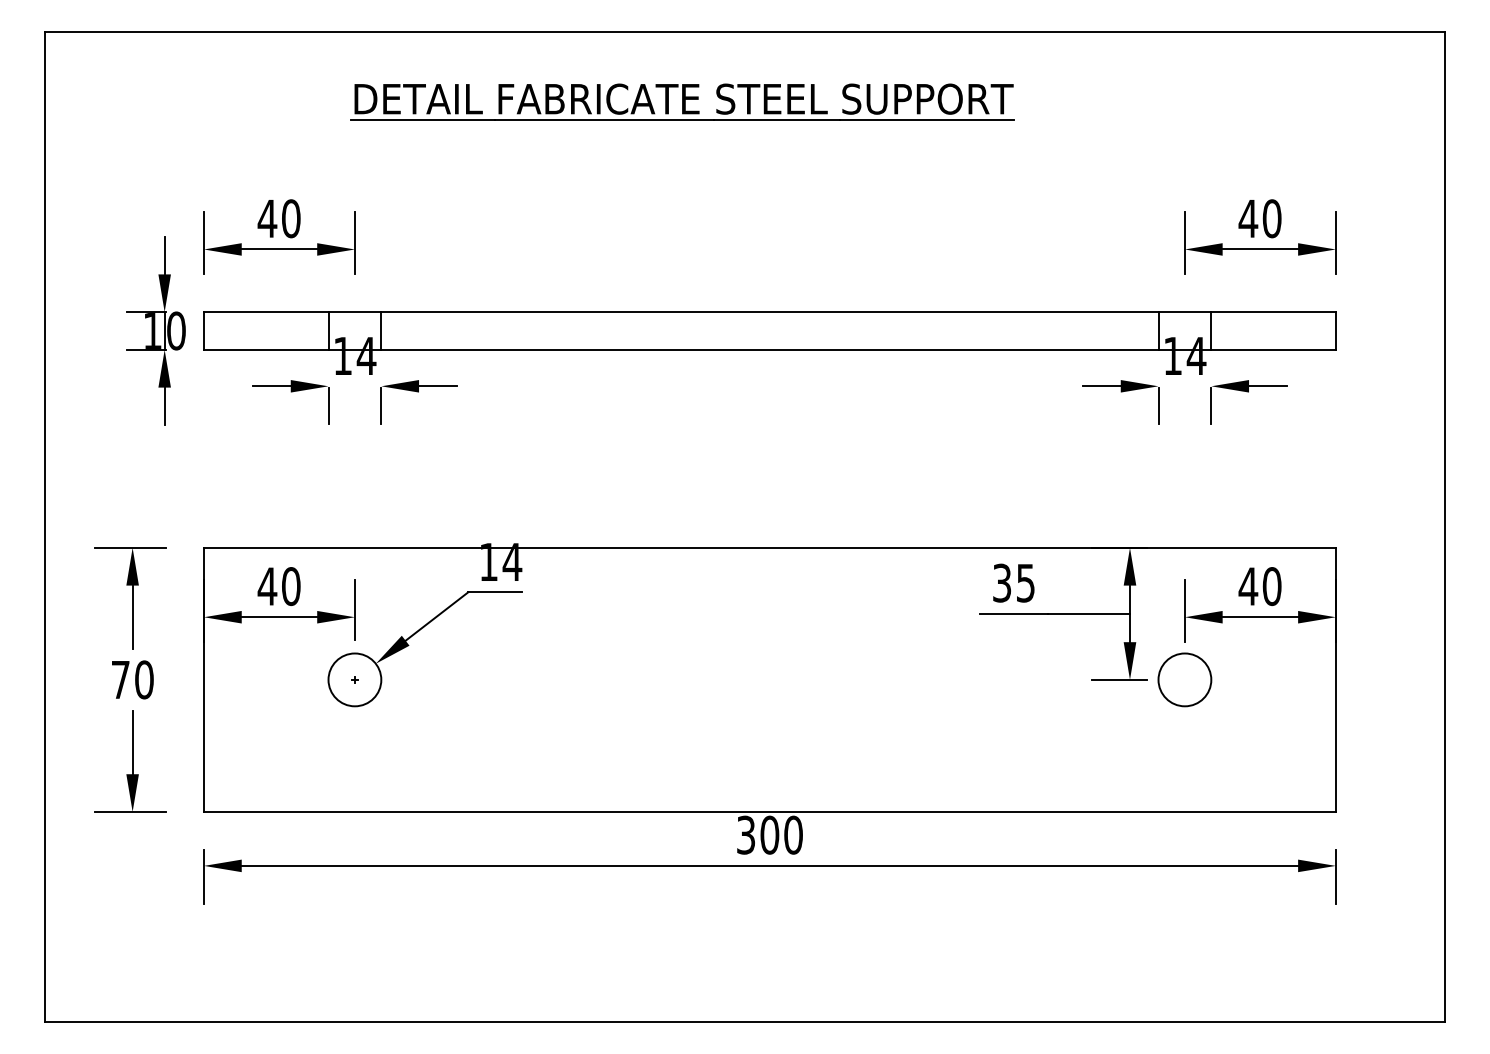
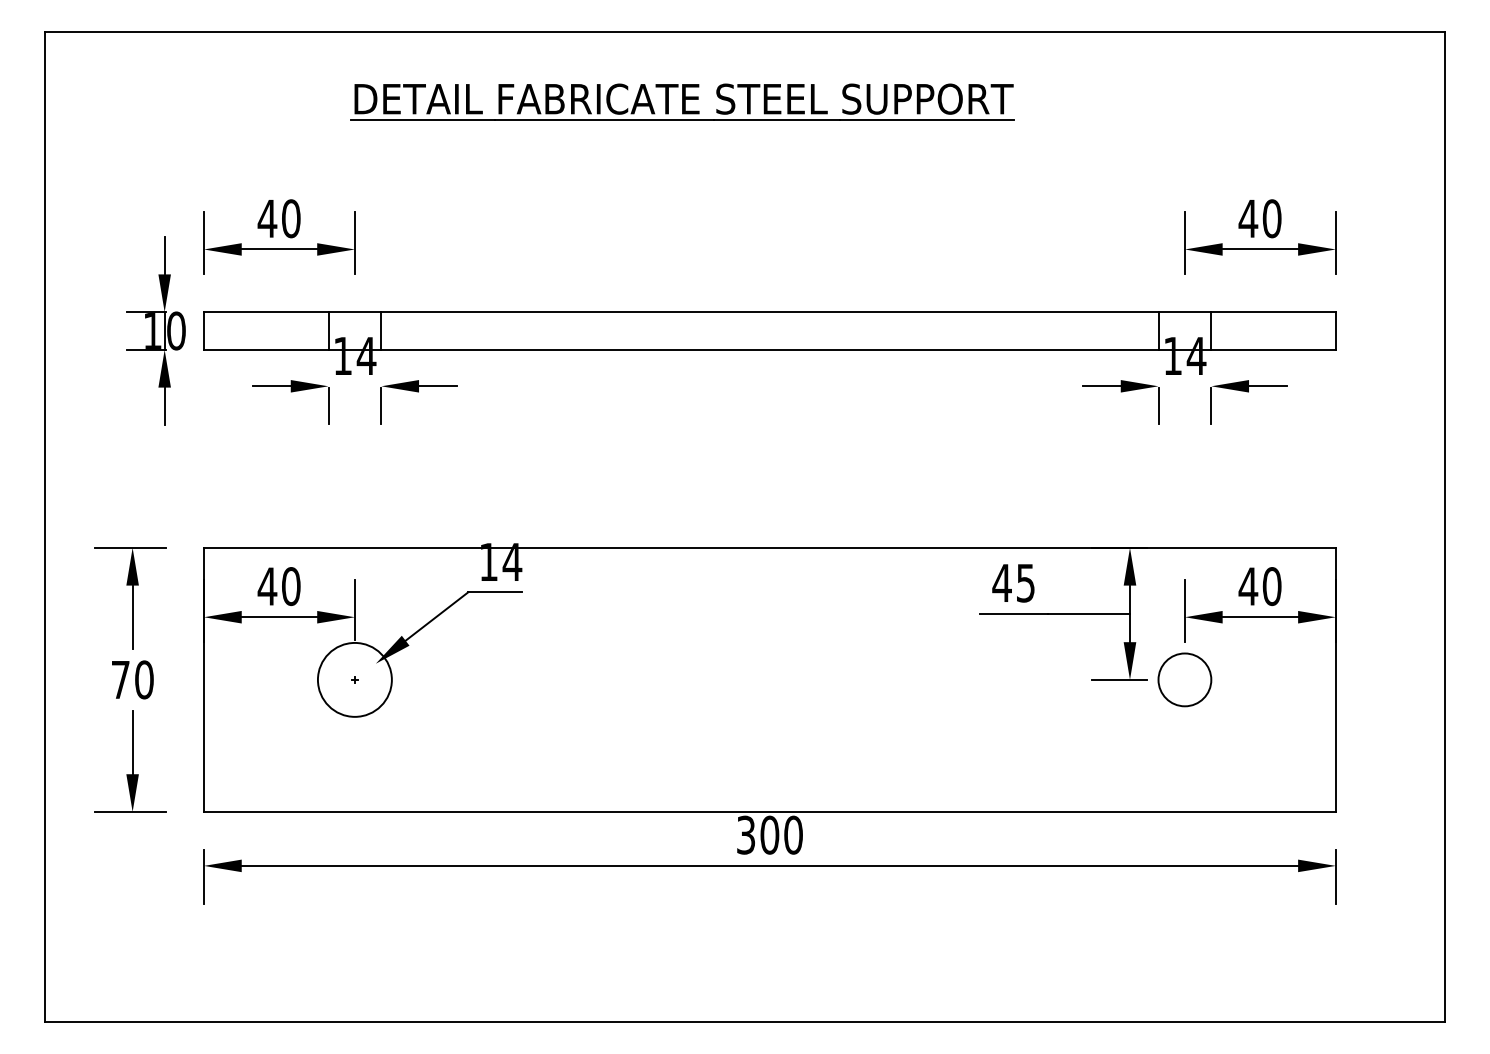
text at (1001, 582): 35 -> 45
circle at (354, 679) diameter: 53 px -> 74 px
